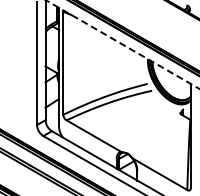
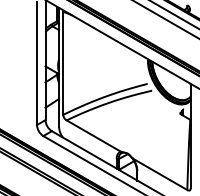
line at (174, 14): none -> present
line at (165, 19): none -> present
line at (122, 44): dashed -> solid
